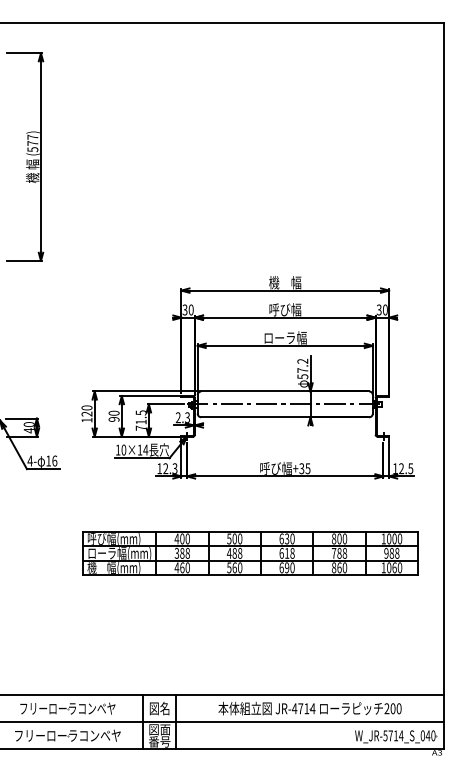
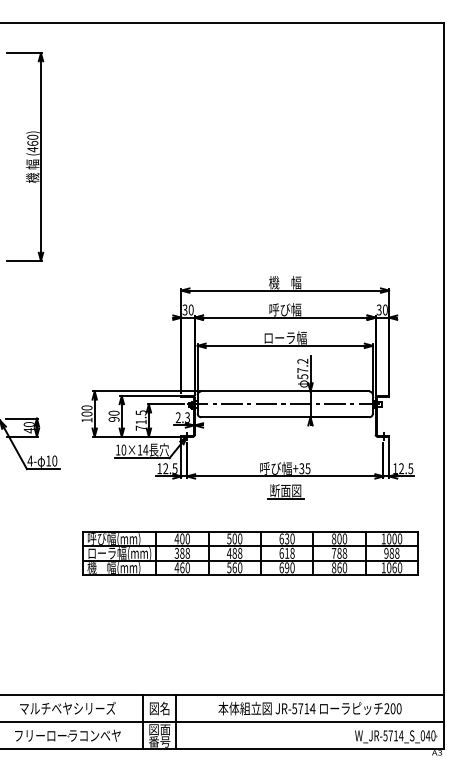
text at (32, 143): (577) -> (460)
text at (86, 413): 120 -> 100
text at (54, 460): 16 -> 10
text at (174, 468): 12.3 -> 12.5
part at (285, 491): none -> present
text at (67, 707): フリーローラコンベヤ -> マルチベヤシリーズ
text at (294, 708): JR-4714 -> JR-5714
